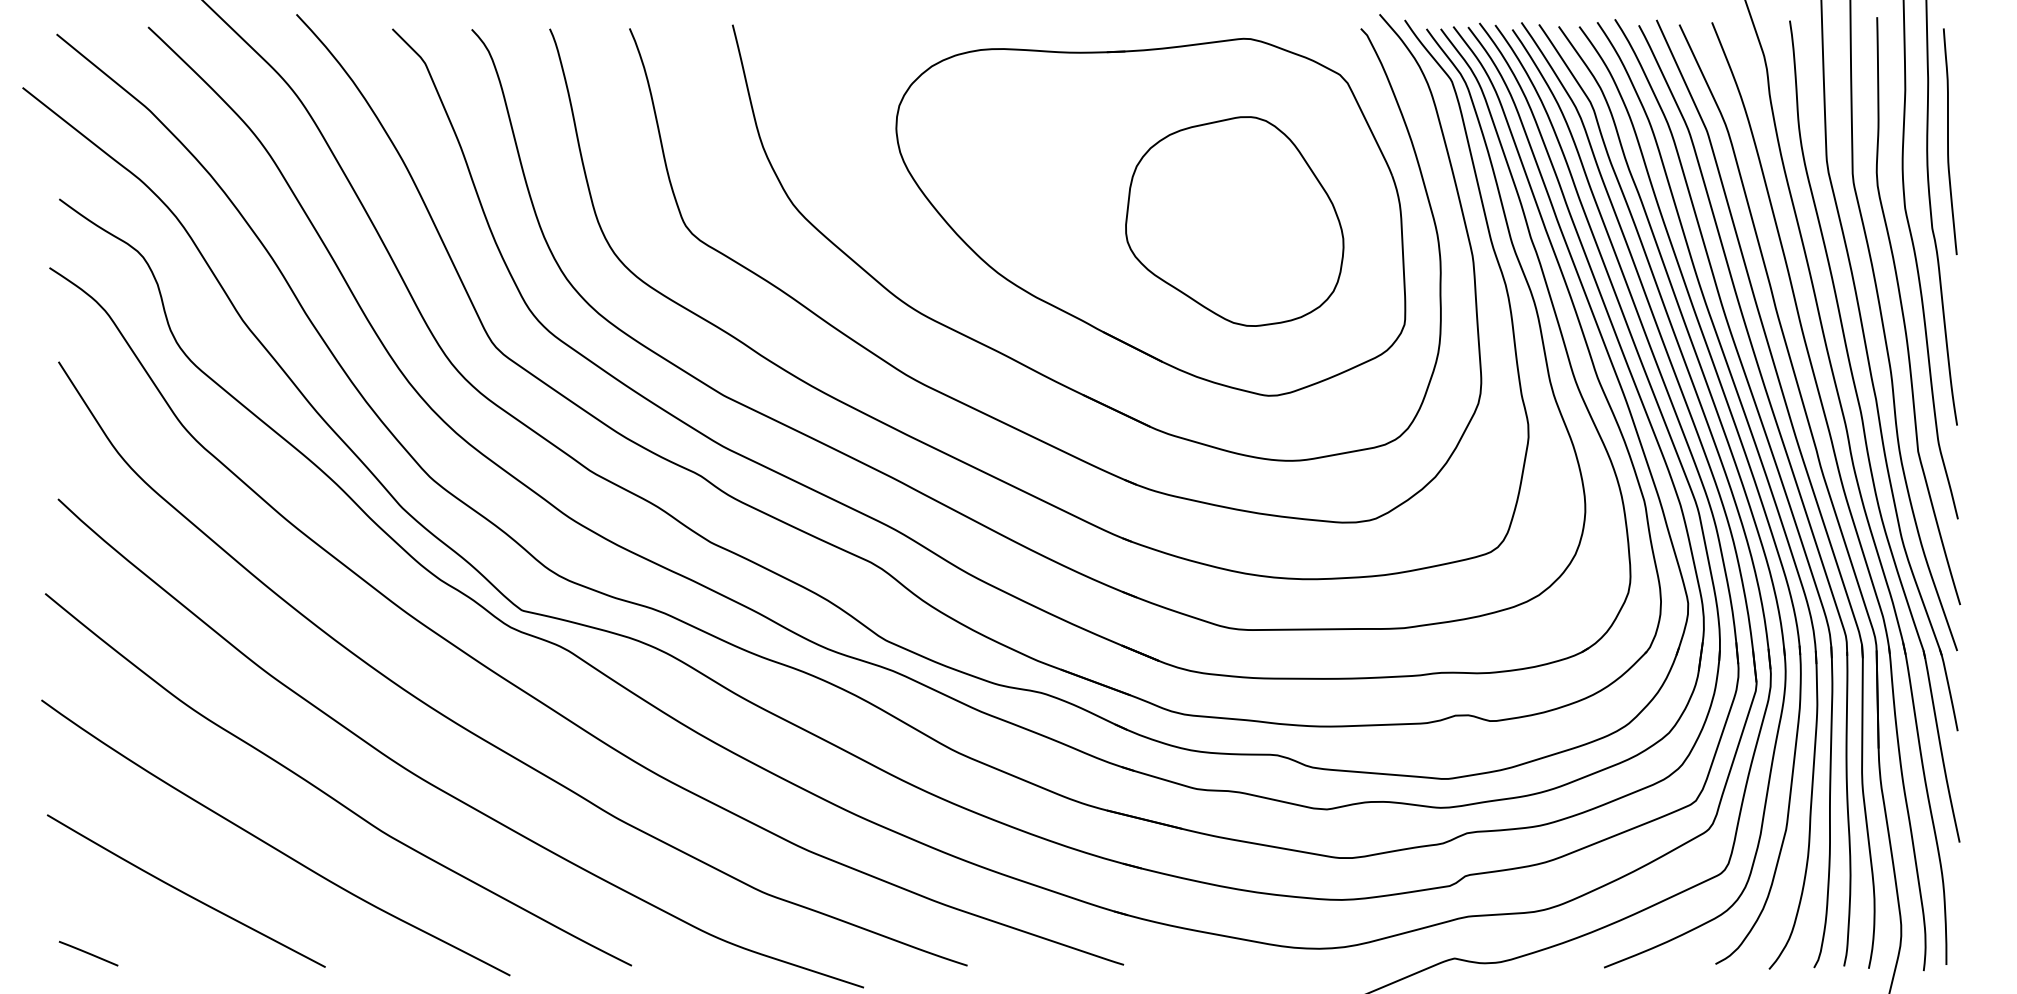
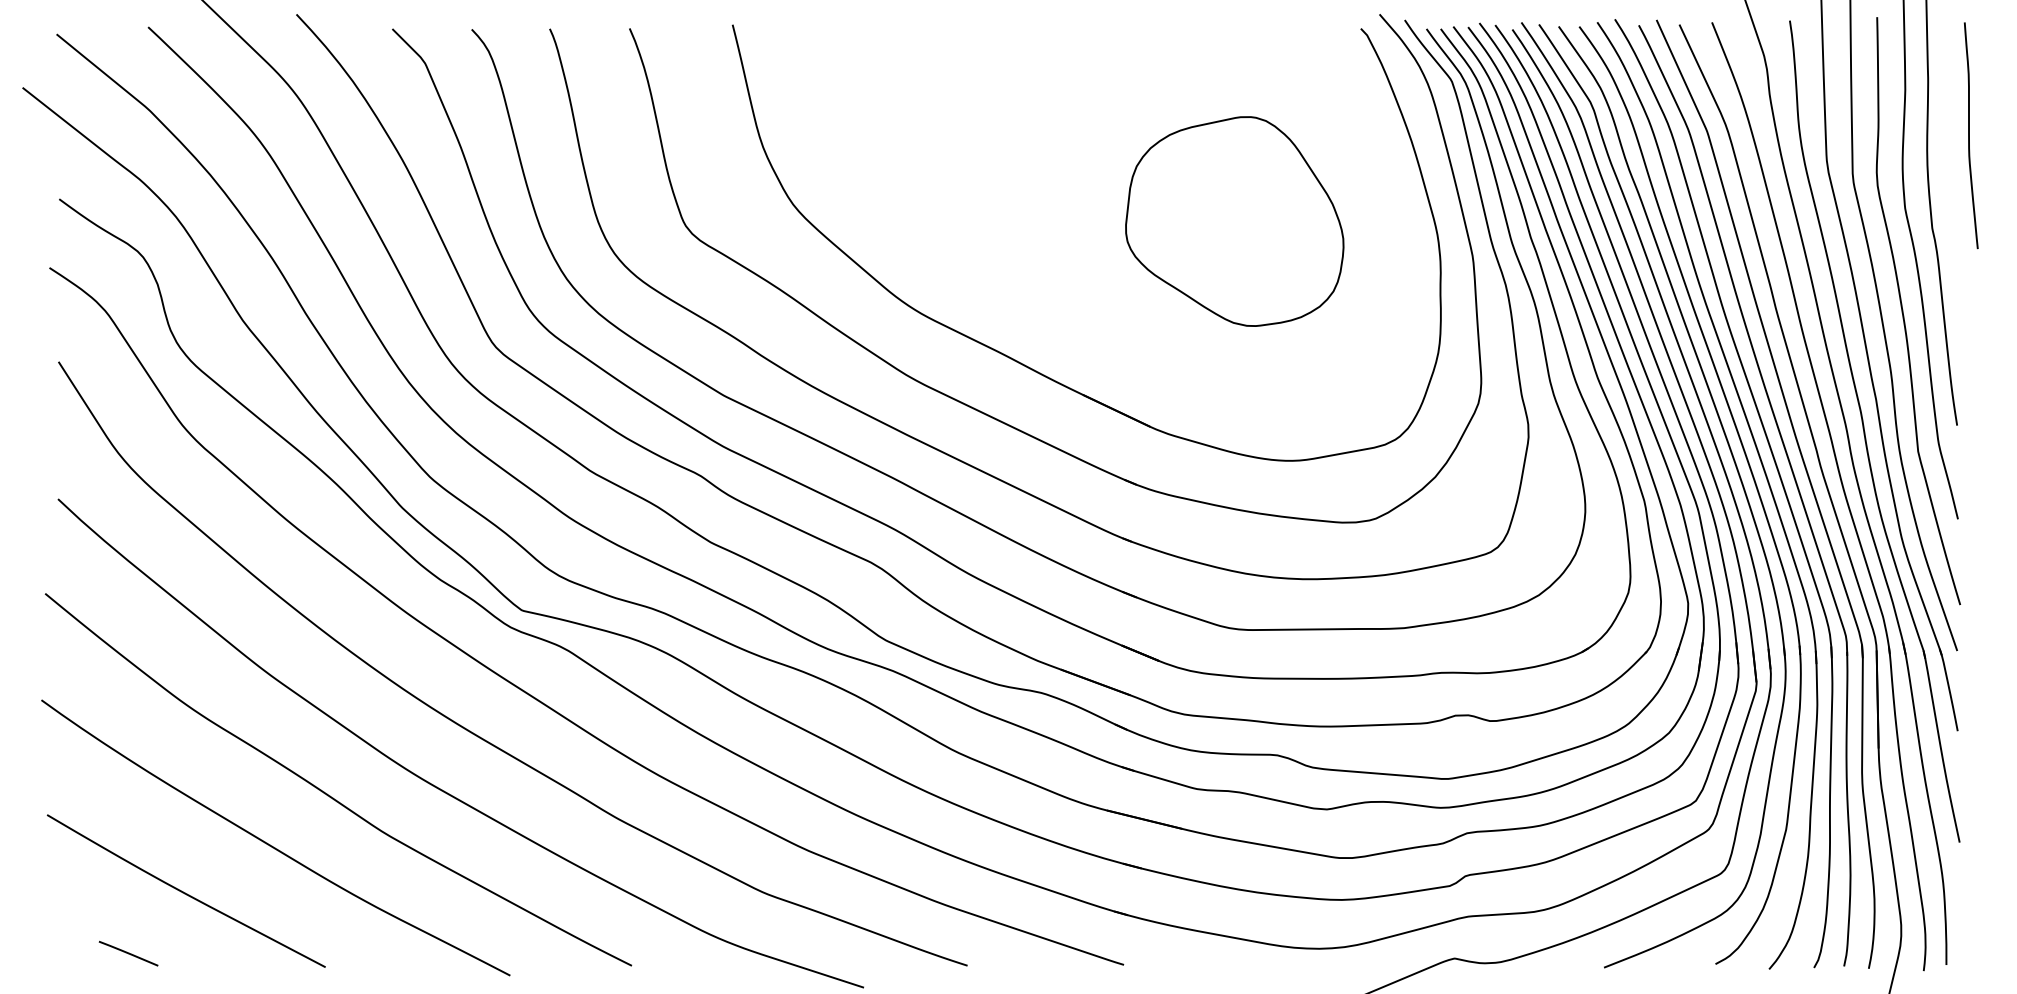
curve at (1948, 141) position: (1948, 141) -> (1969, 135)
part at (1150, 216): present -> none
line at (88, 953) position: (88, 953) -> (128, 953)
